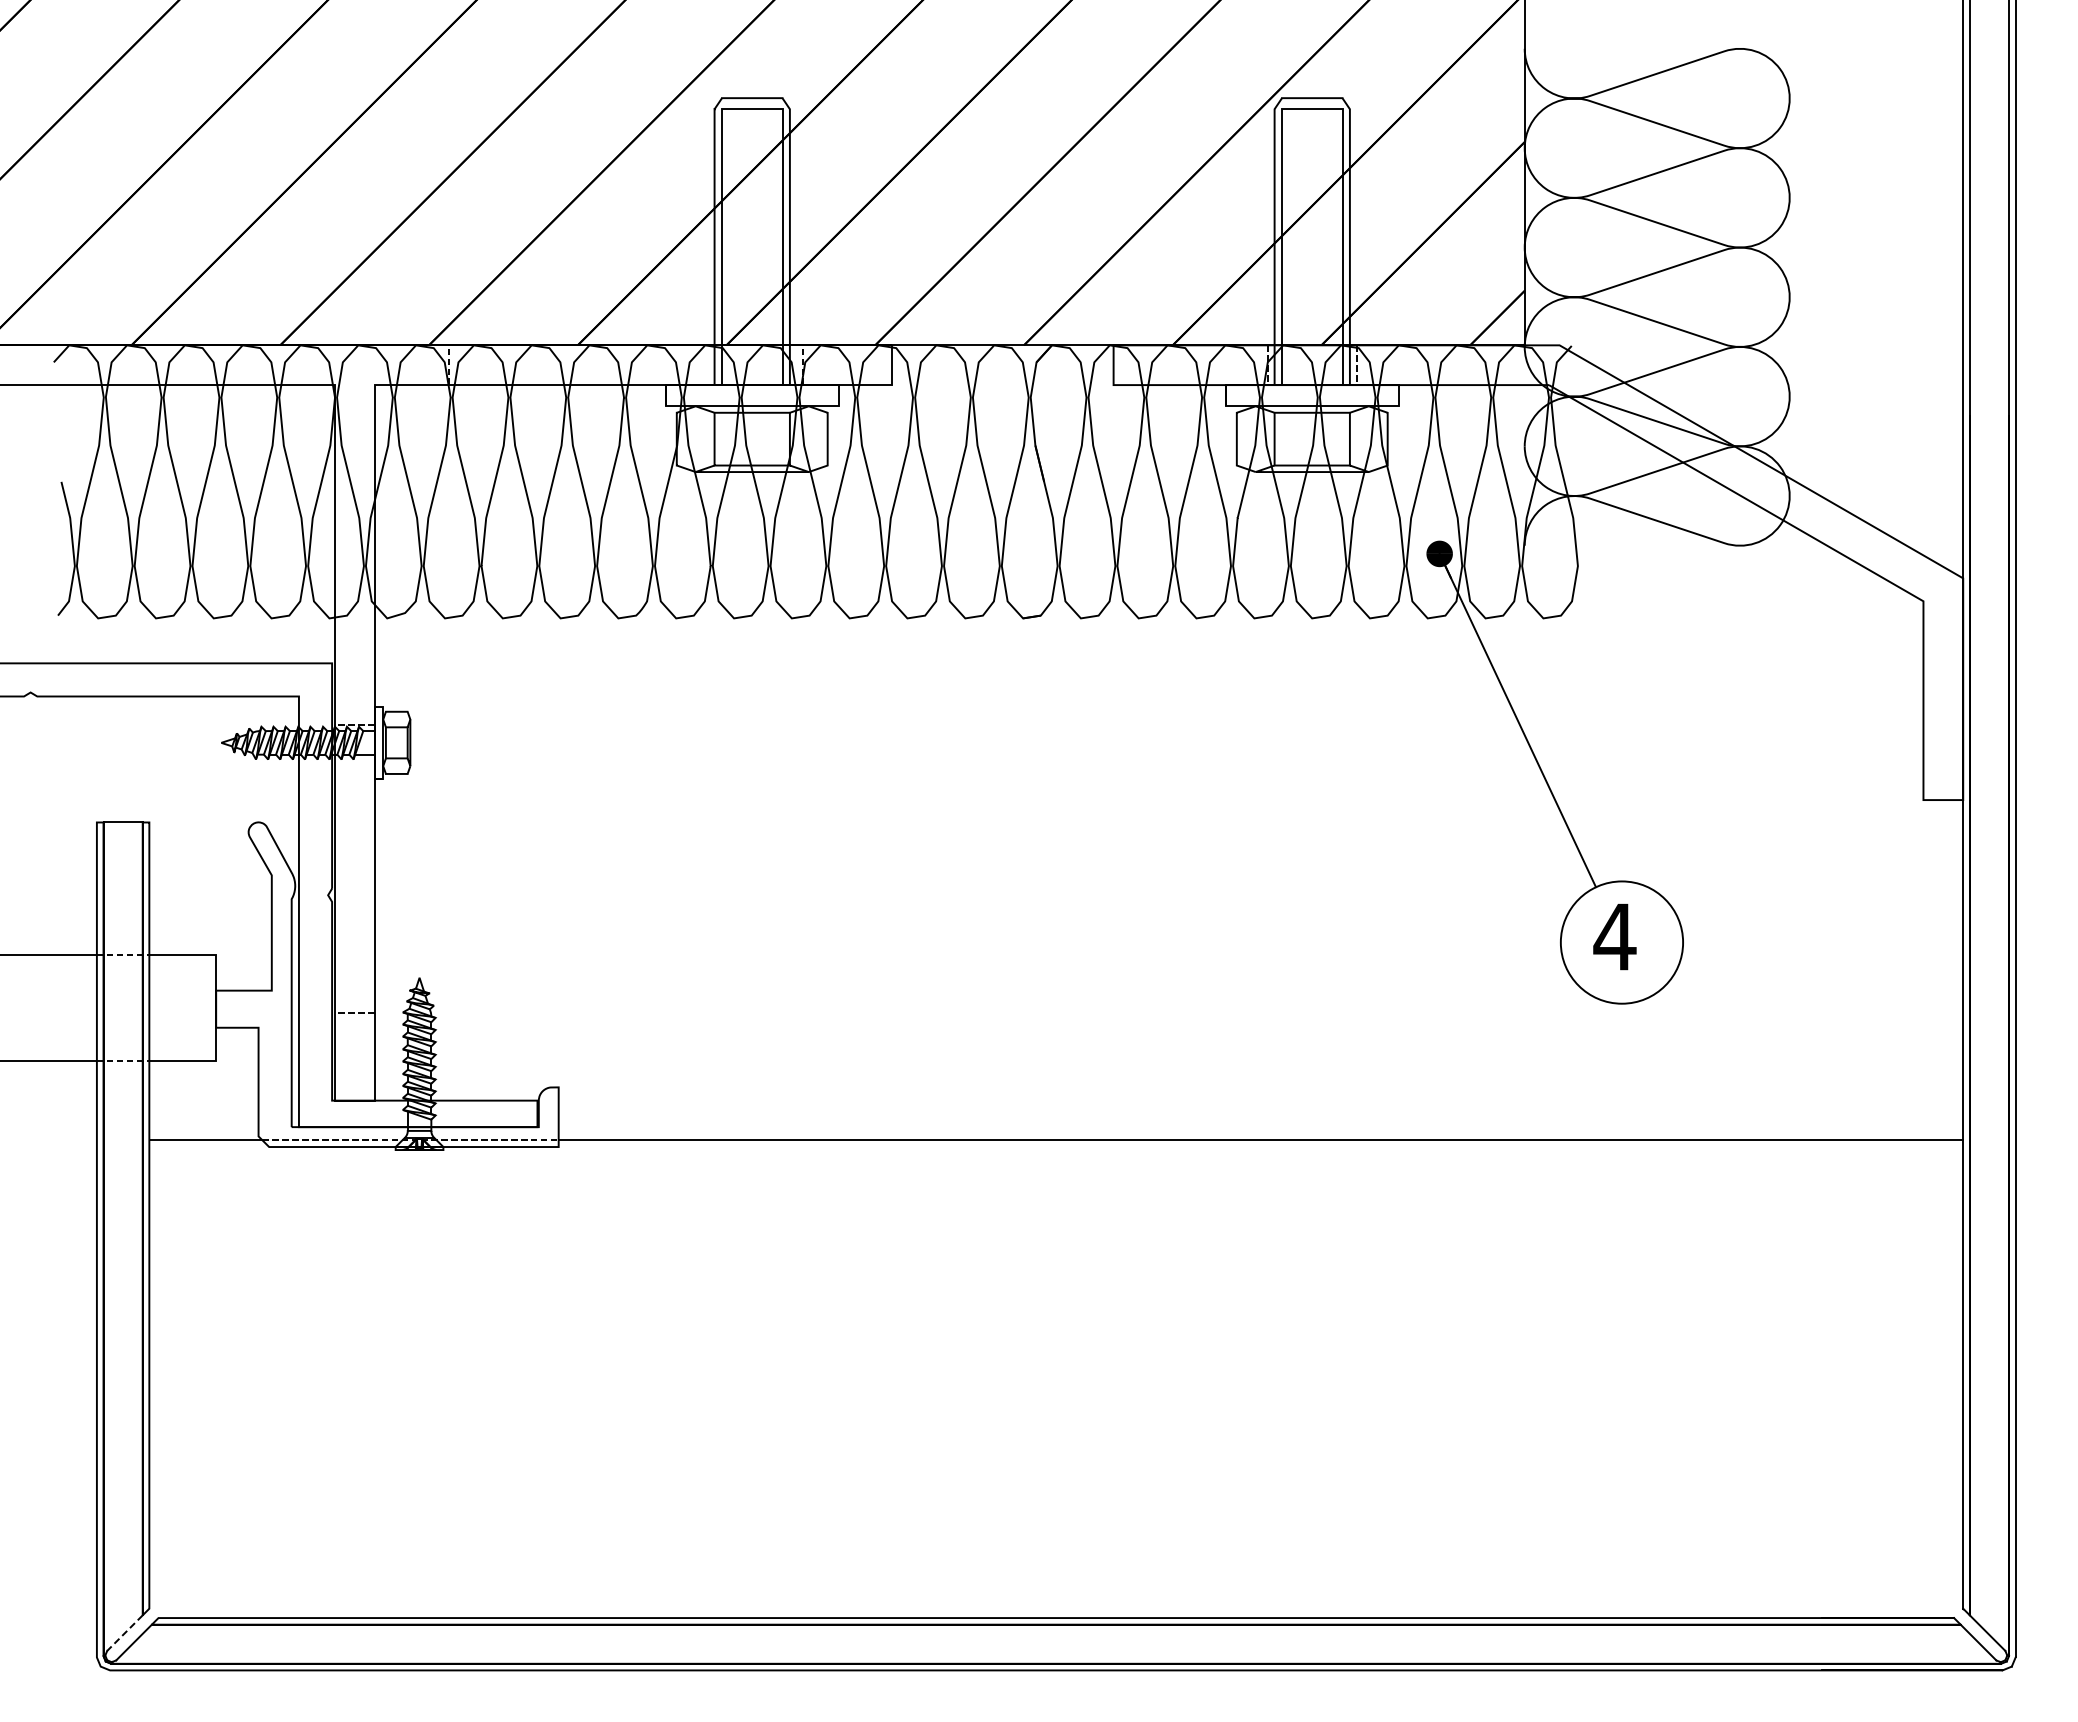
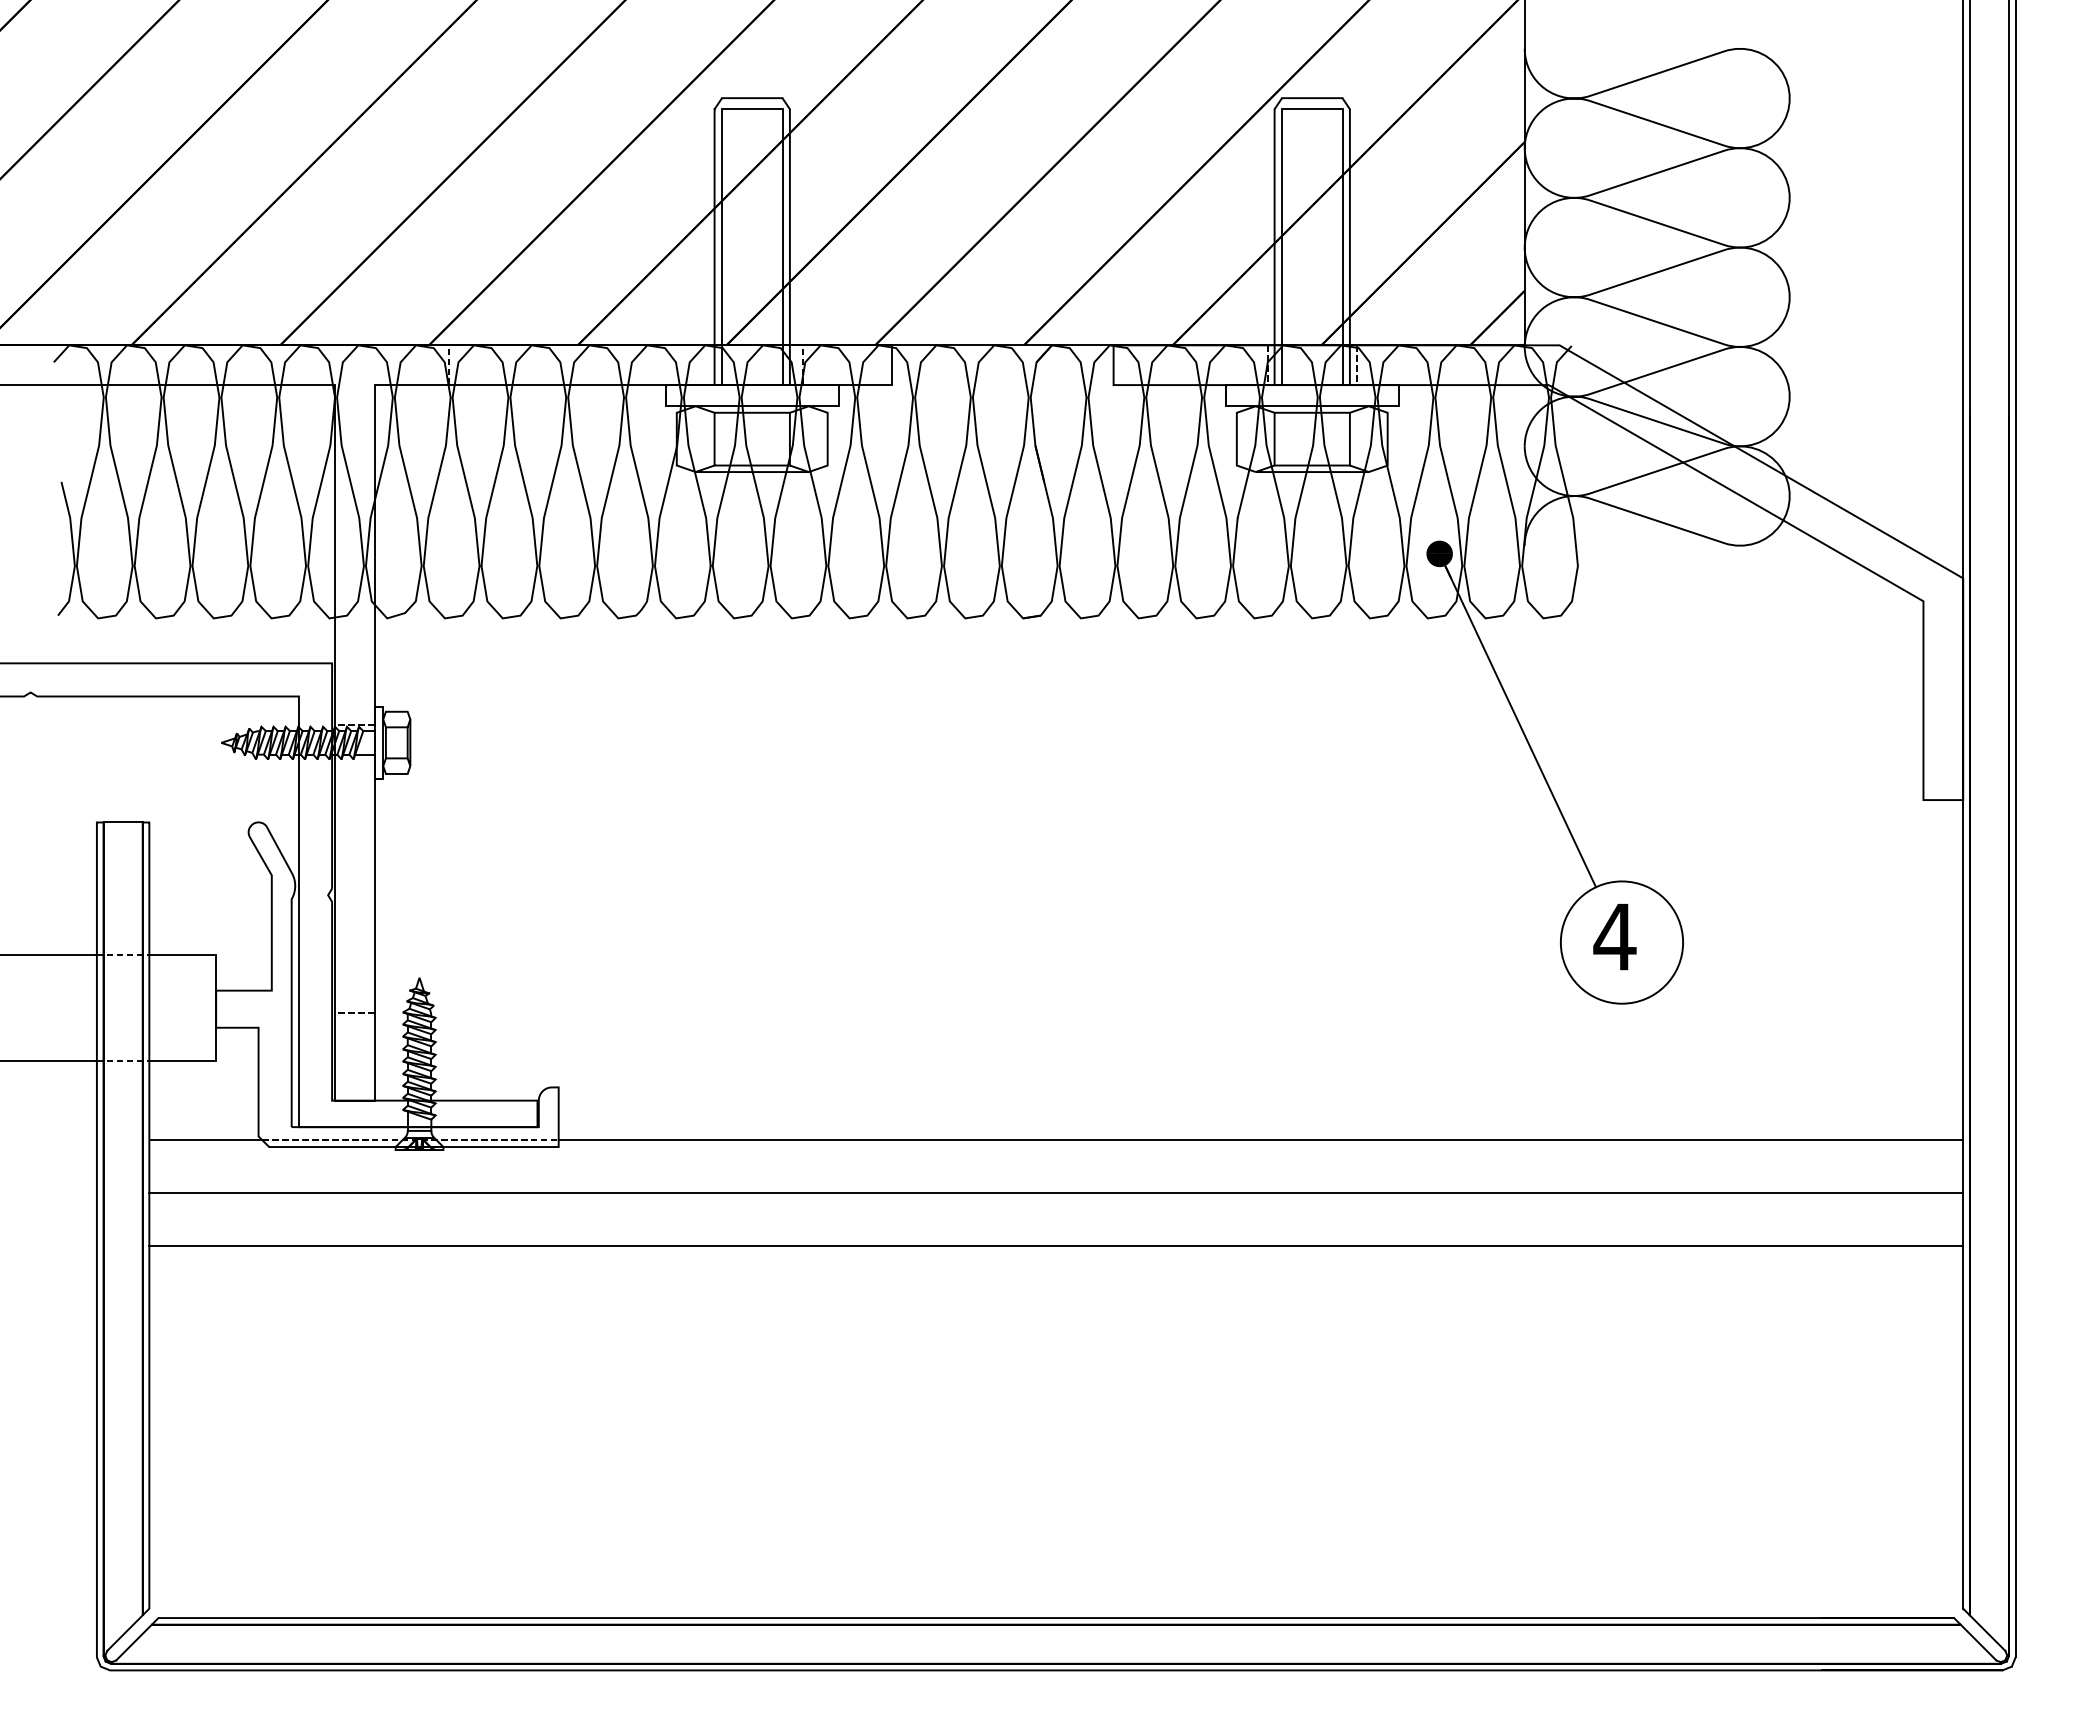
line at (1056, 1193): none -> present
line at (1056, 1246): none -> present
line at (124, 1633): dashed -> solid
